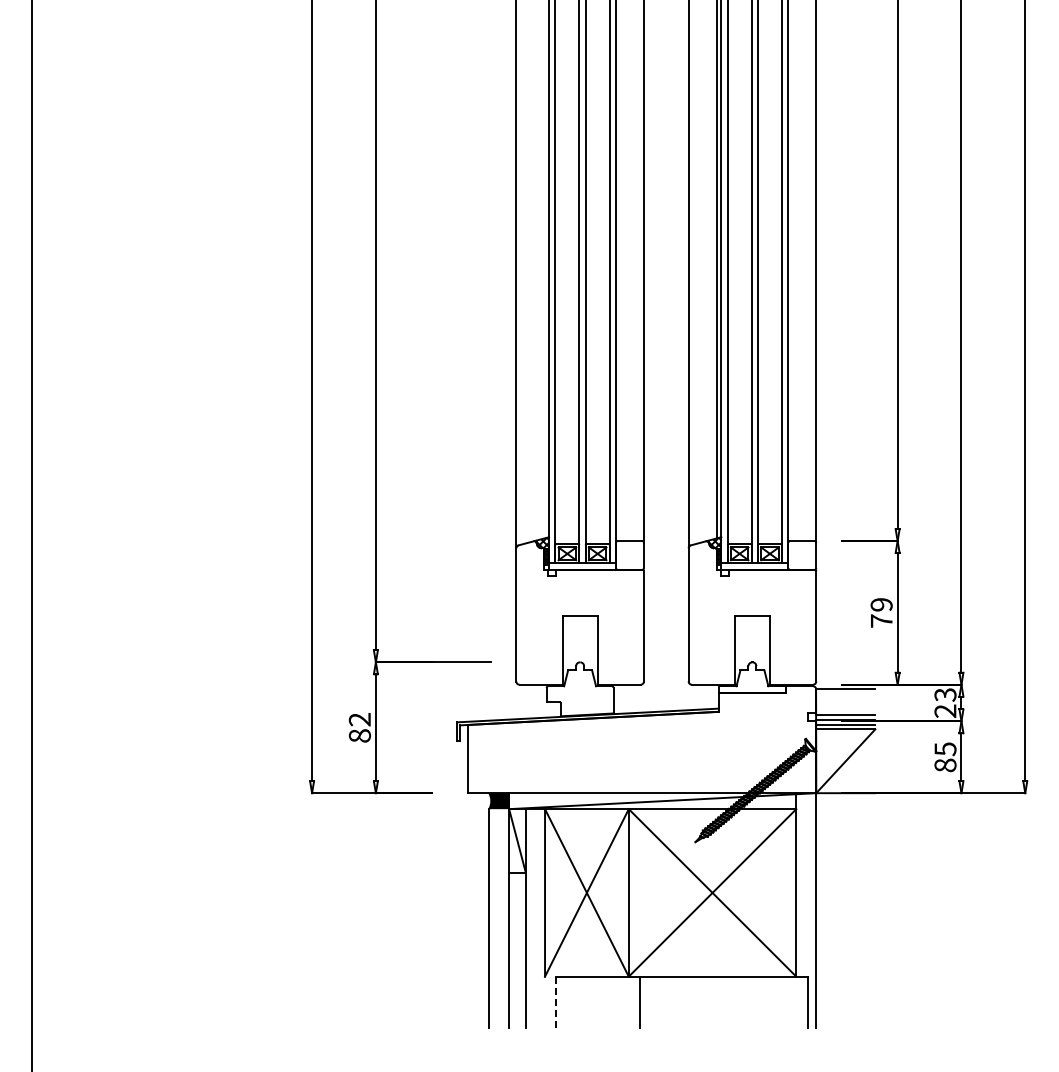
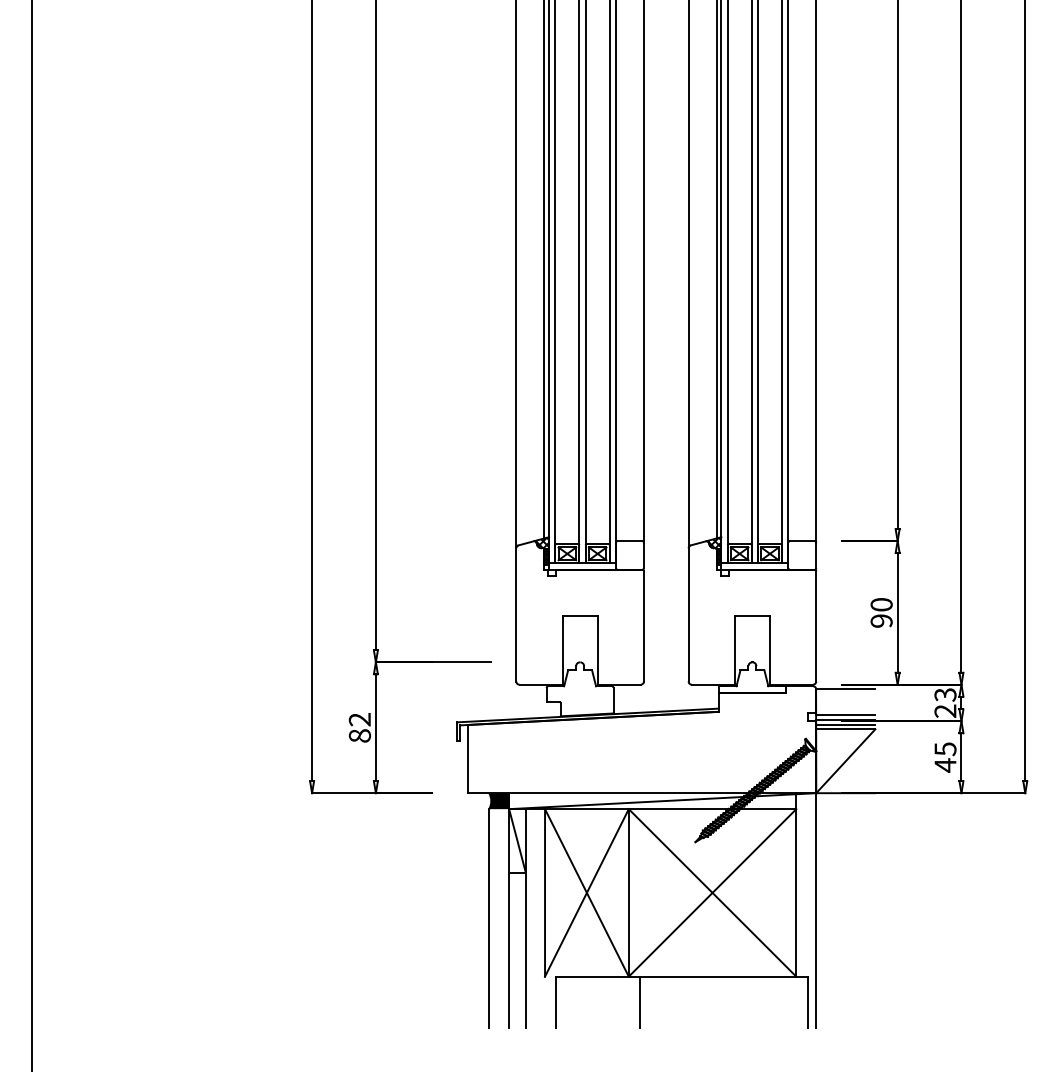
line at (544, 270): none -> present
text at (881, 612): 79 -> 90
text at (945, 765): 85 -> 45
line at (556, 1002): dashed -> solid
